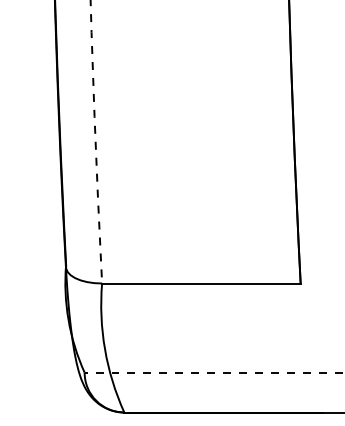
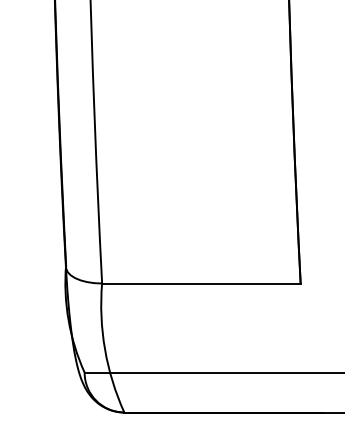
arc at (95, 142): dashed -> solid
line at (214, 372): dashed -> solid
